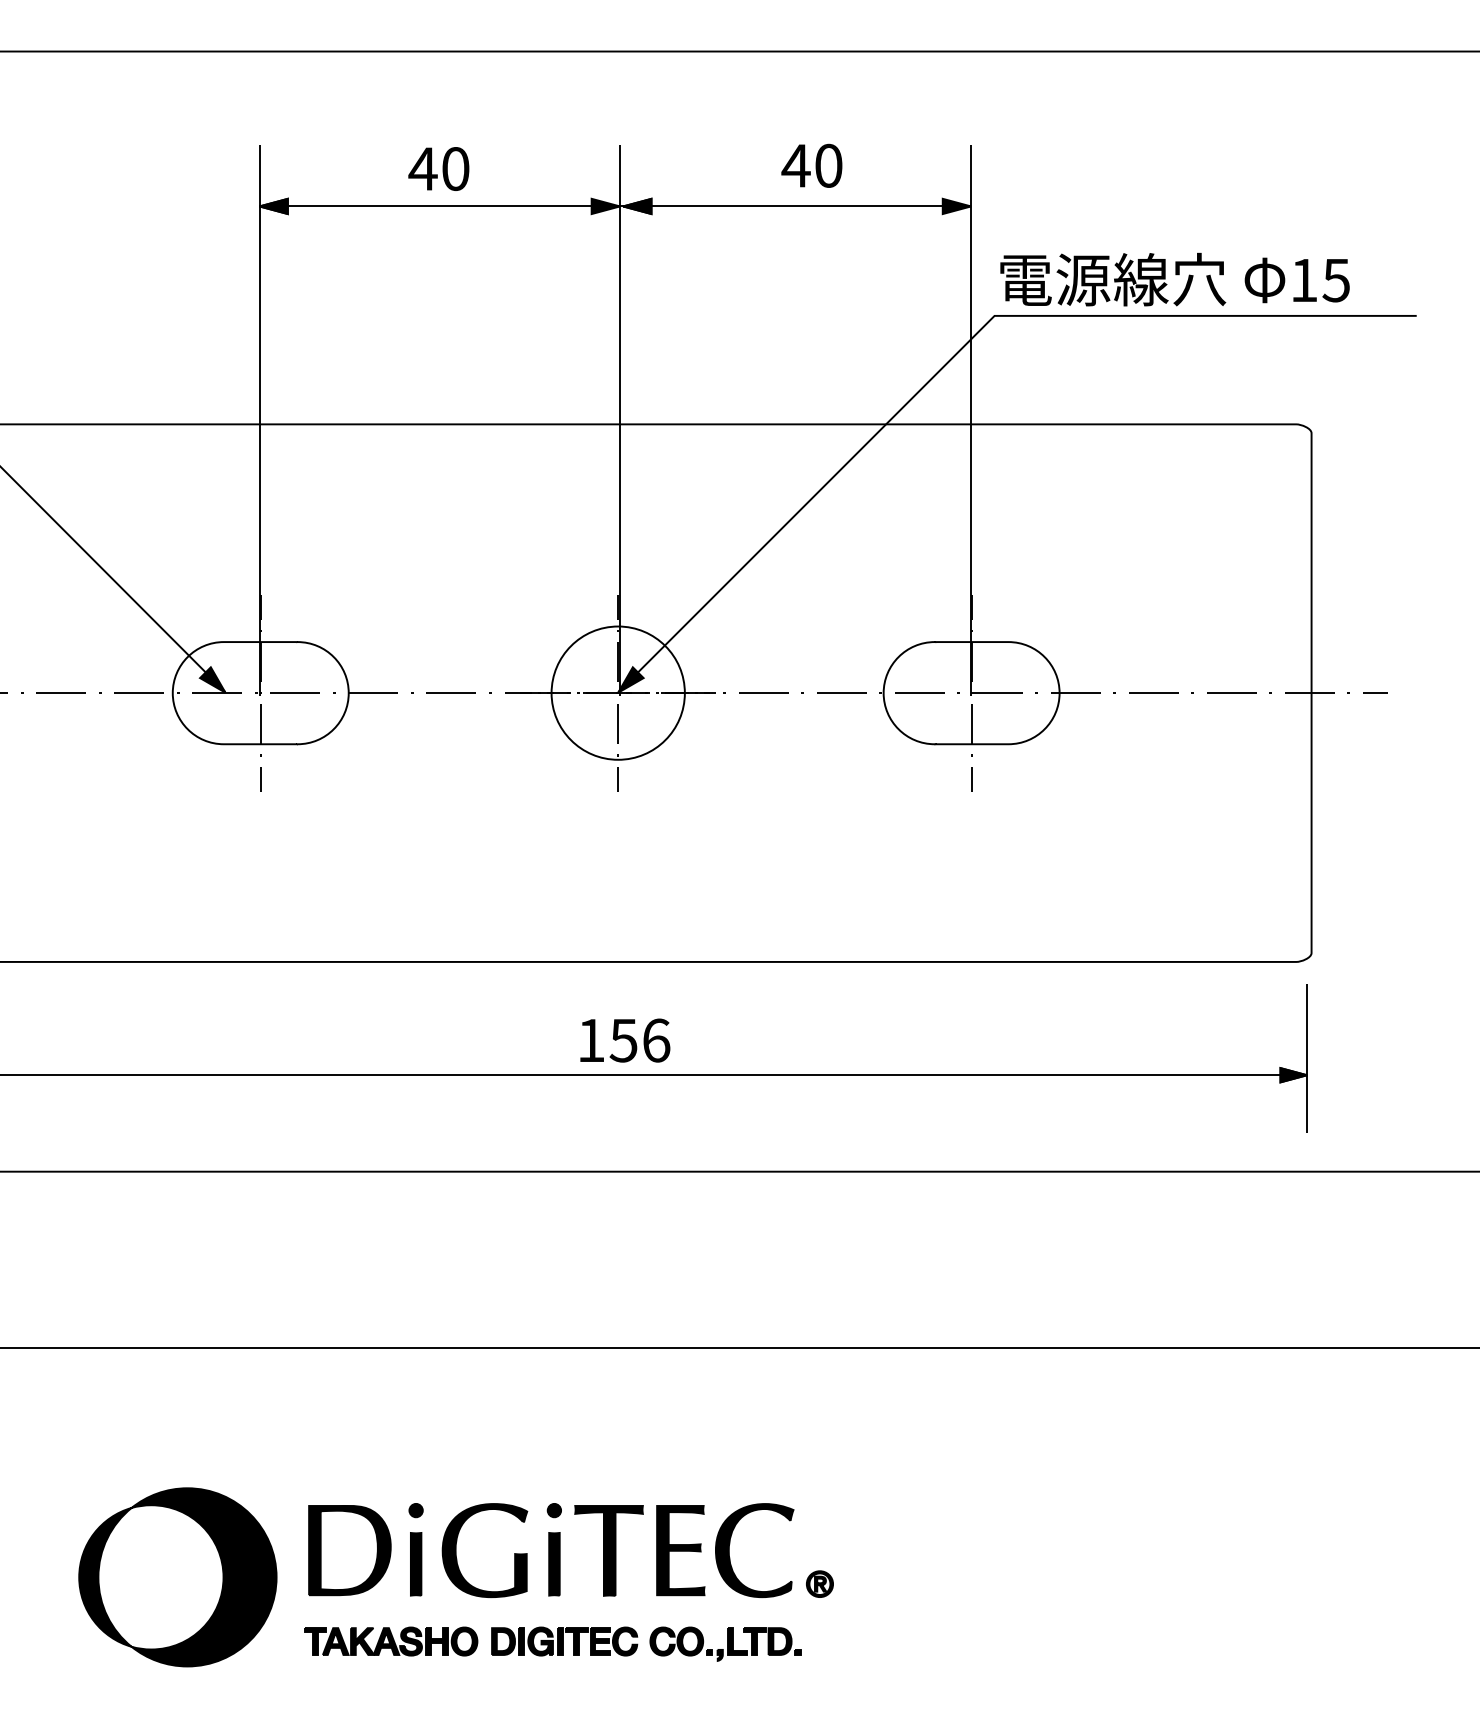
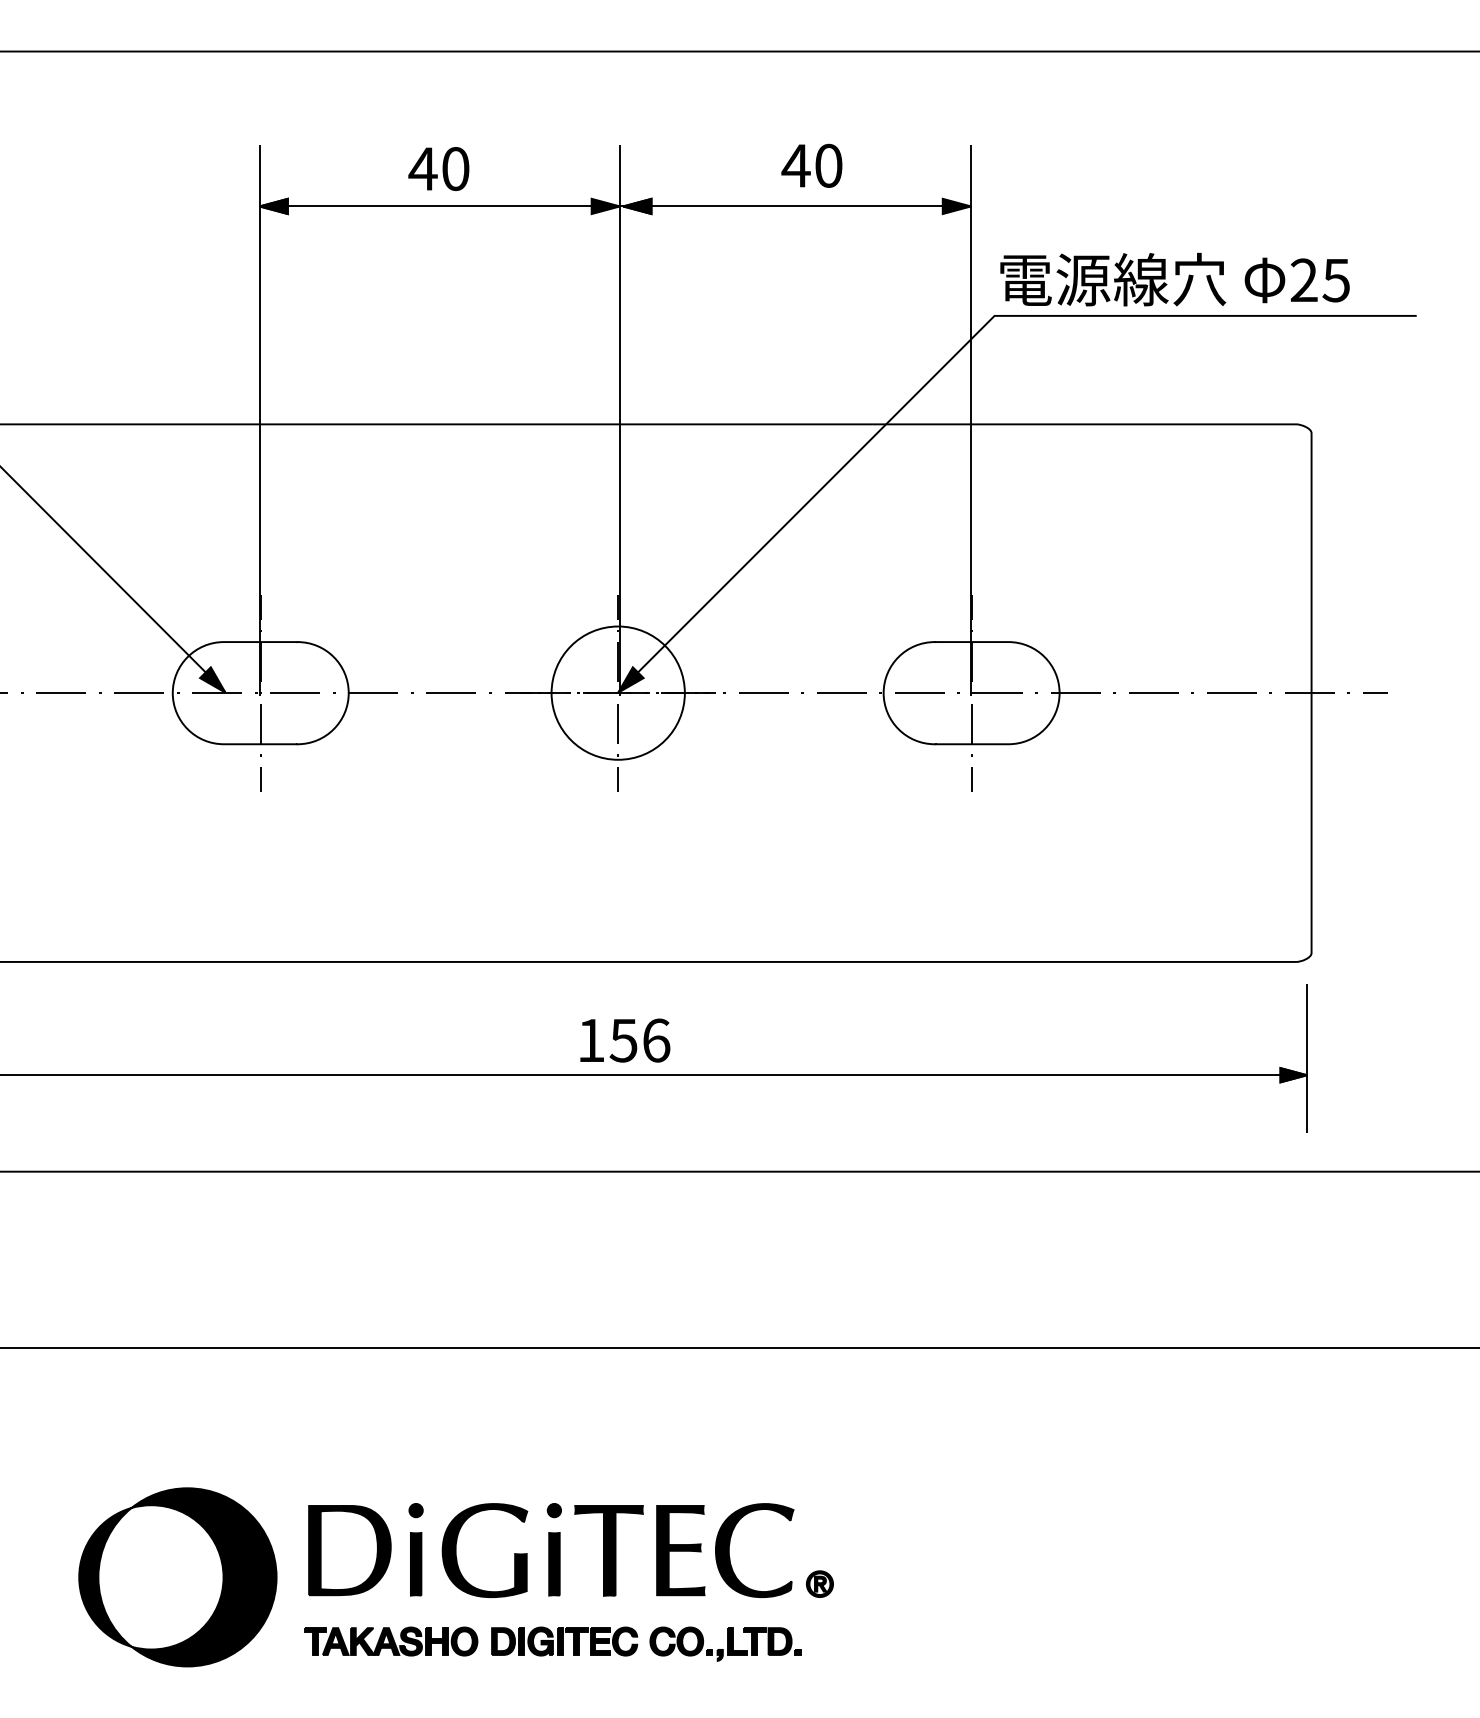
text at (1303, 279): 15 -> 25
